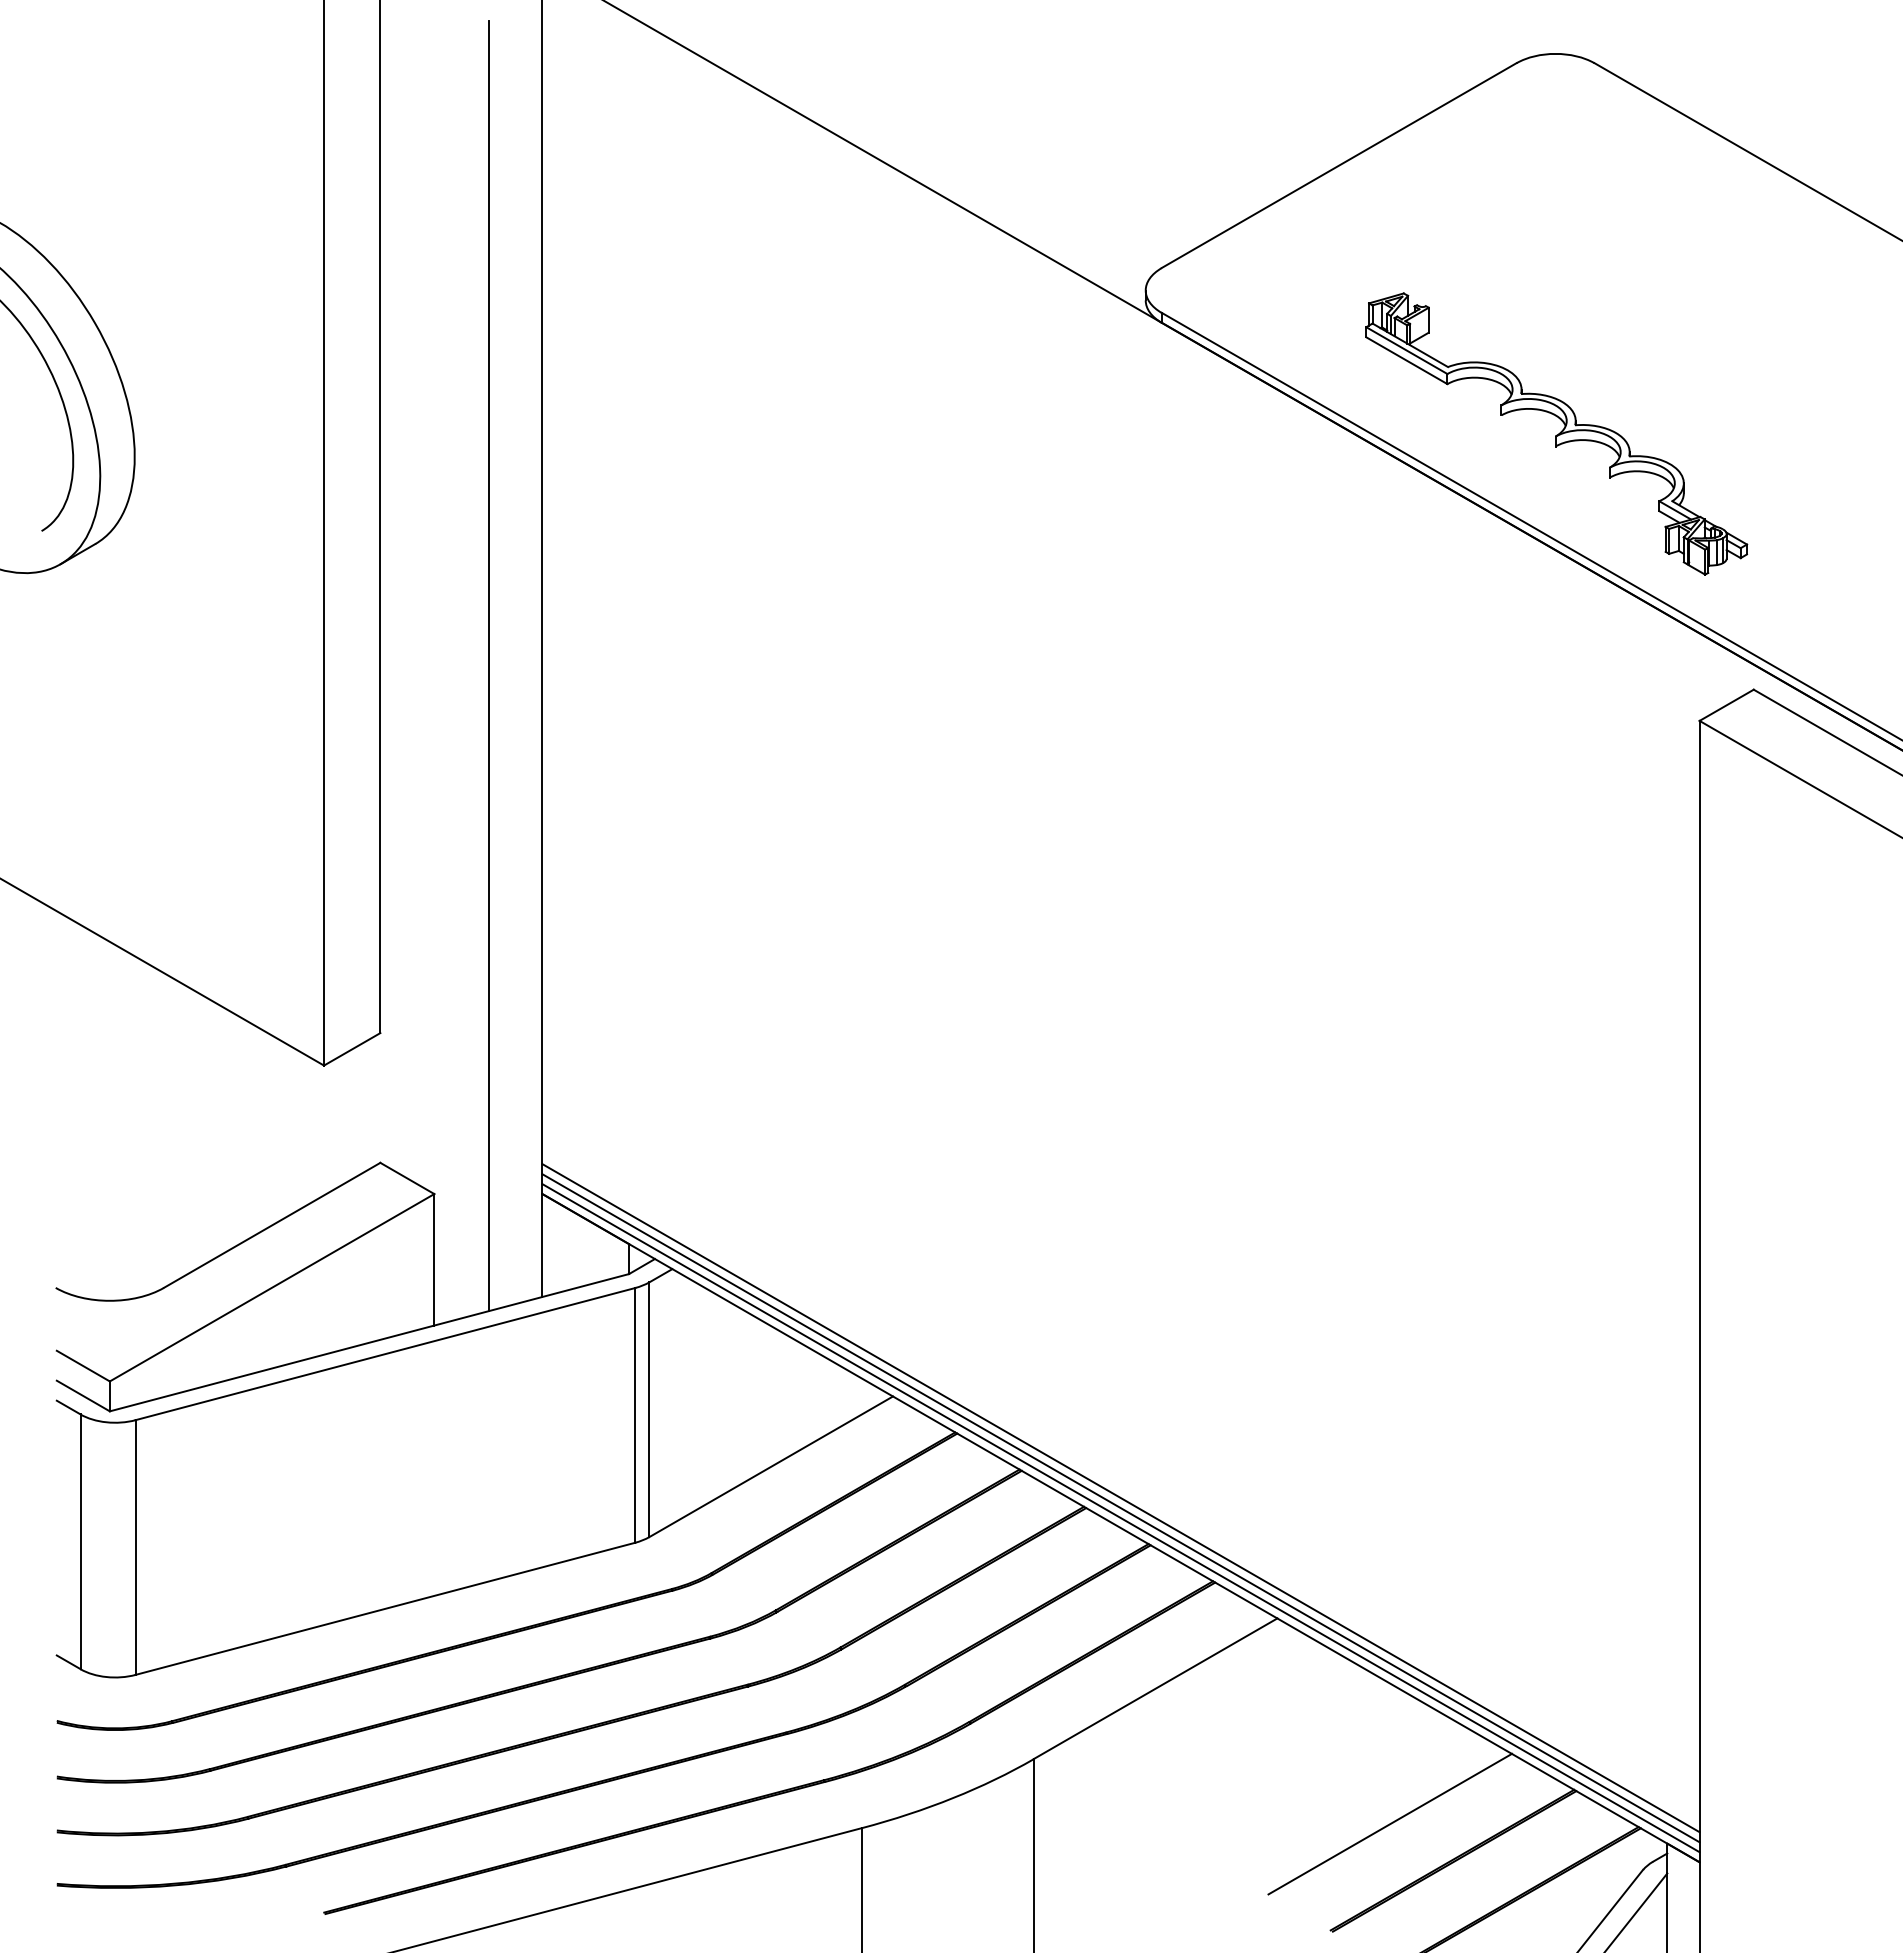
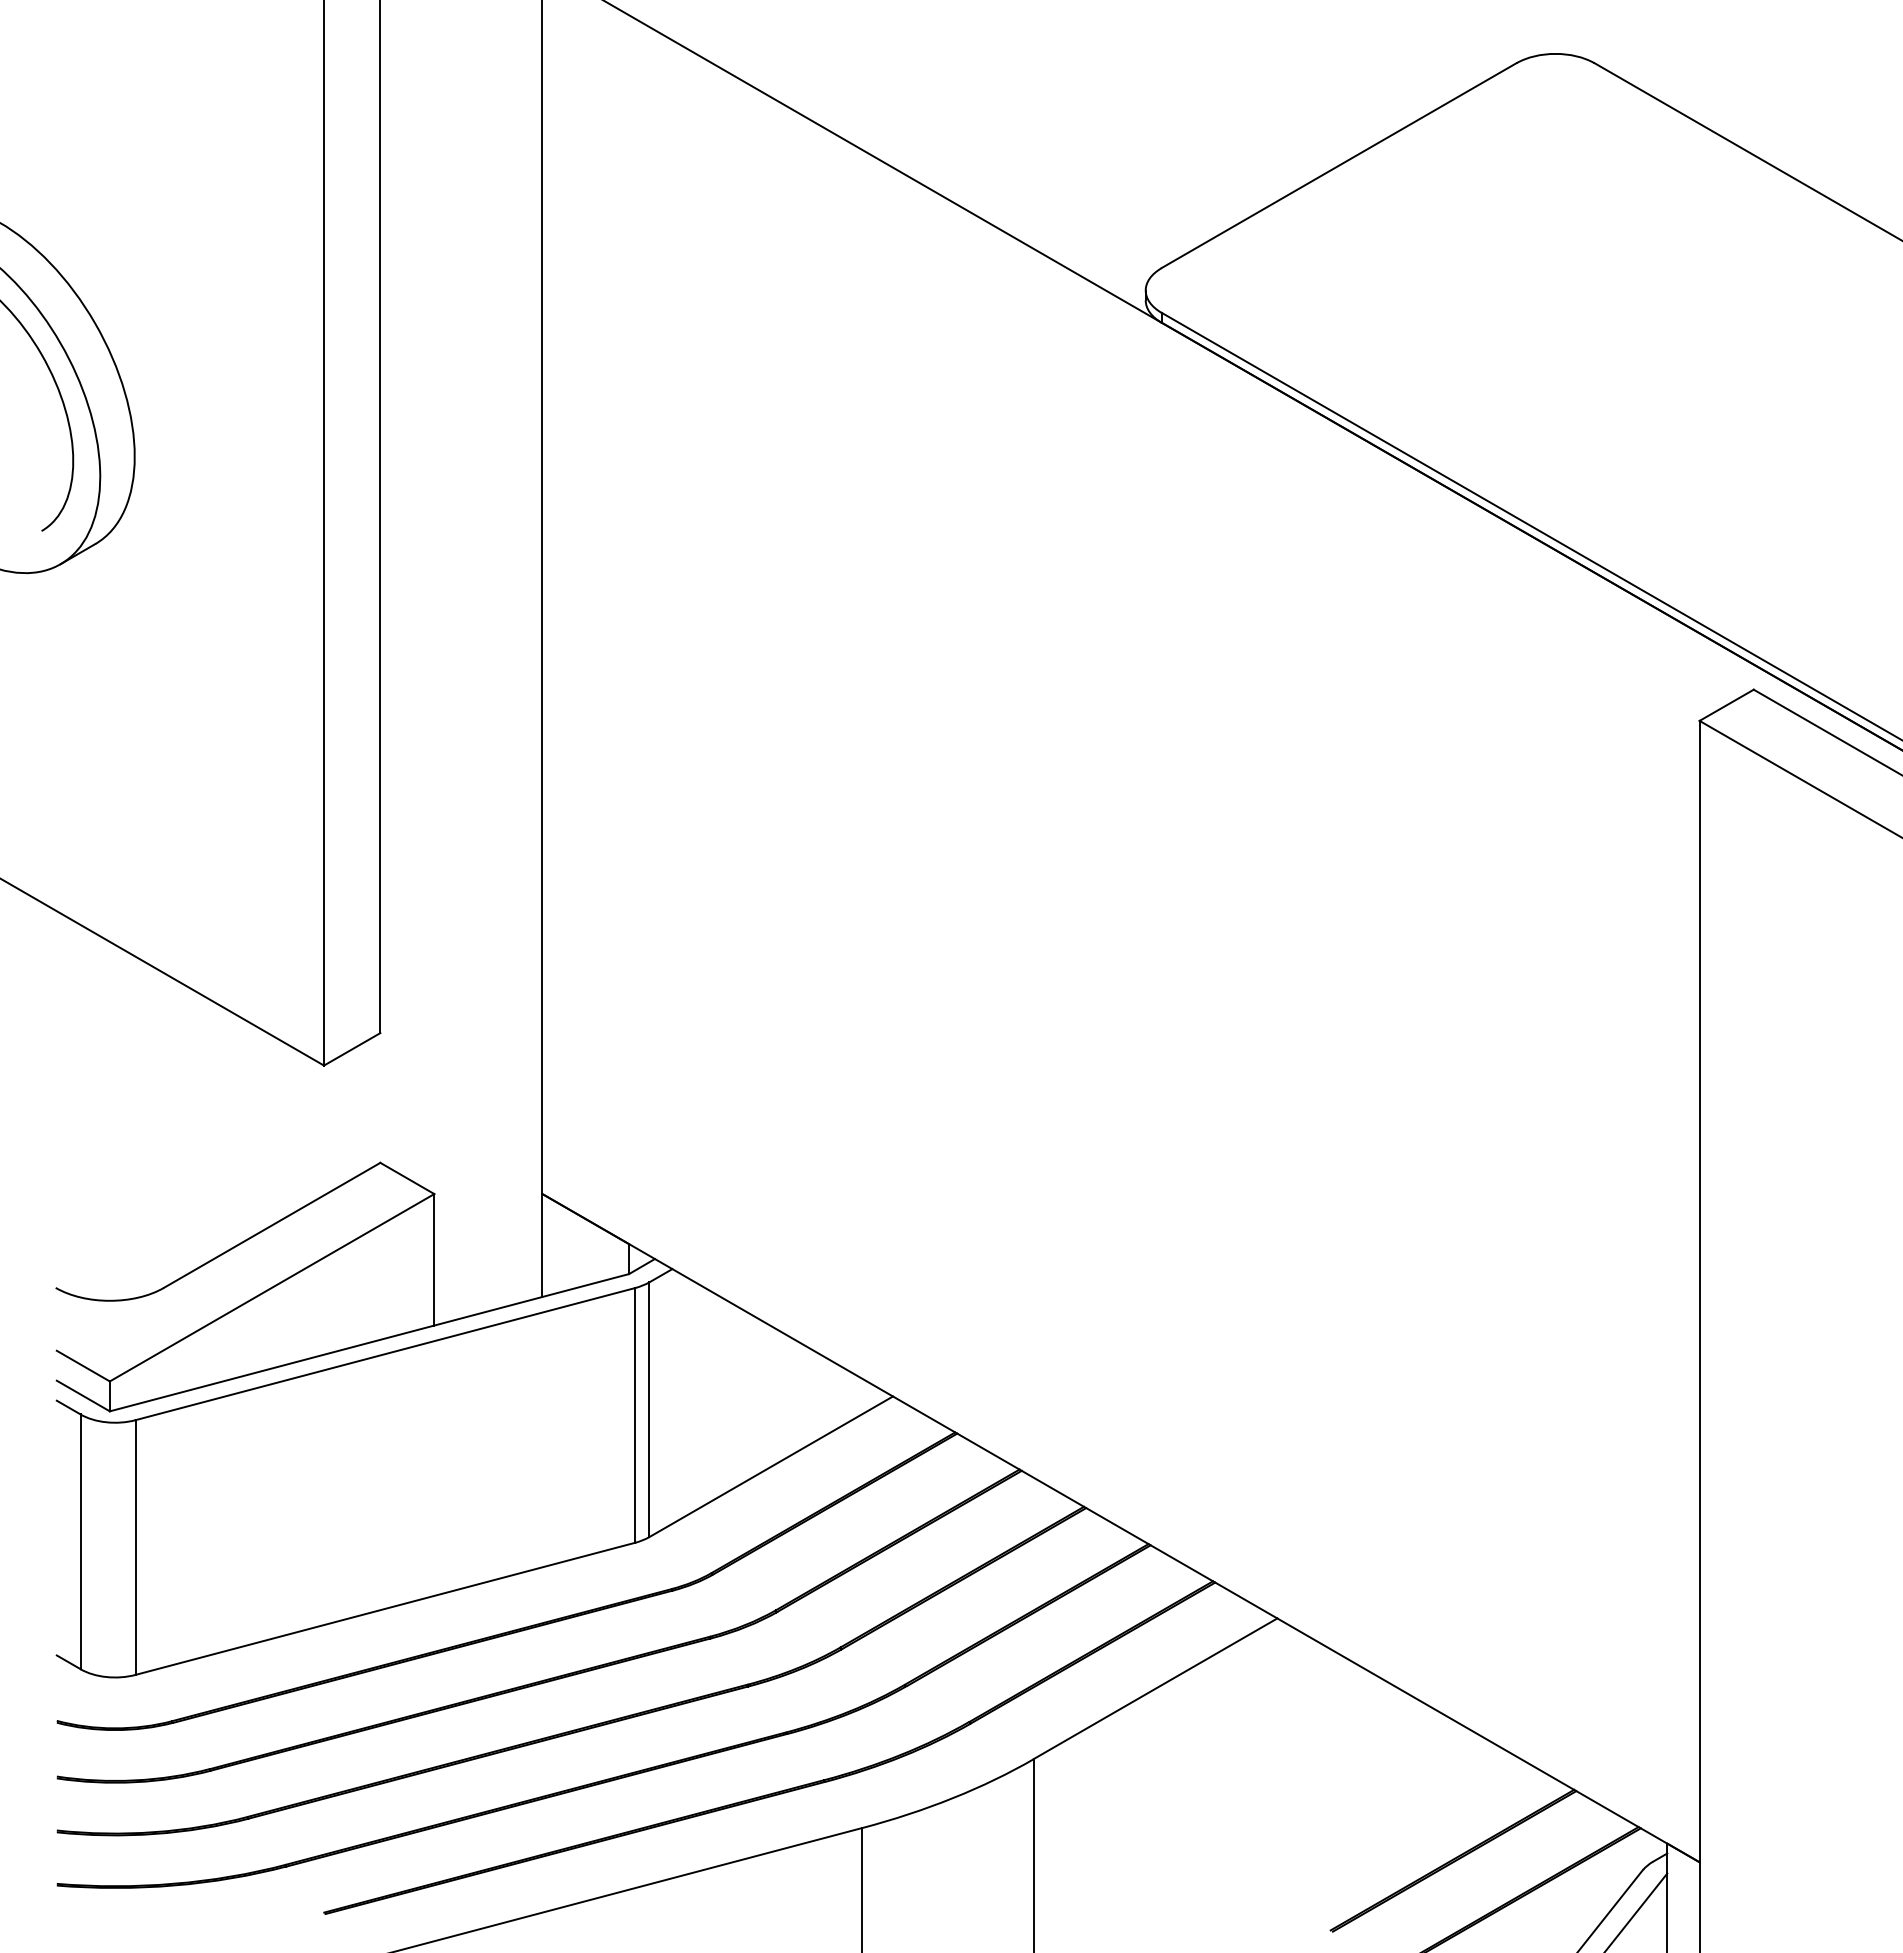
part at (1556, 433): present -> none
line at (488, 666): present -> none
line at (1120, 1498): present -> none
line at (1120, 1508): present -> none
line at (1120, 1518): present -> none
line at (1390, 1823): present -> none
